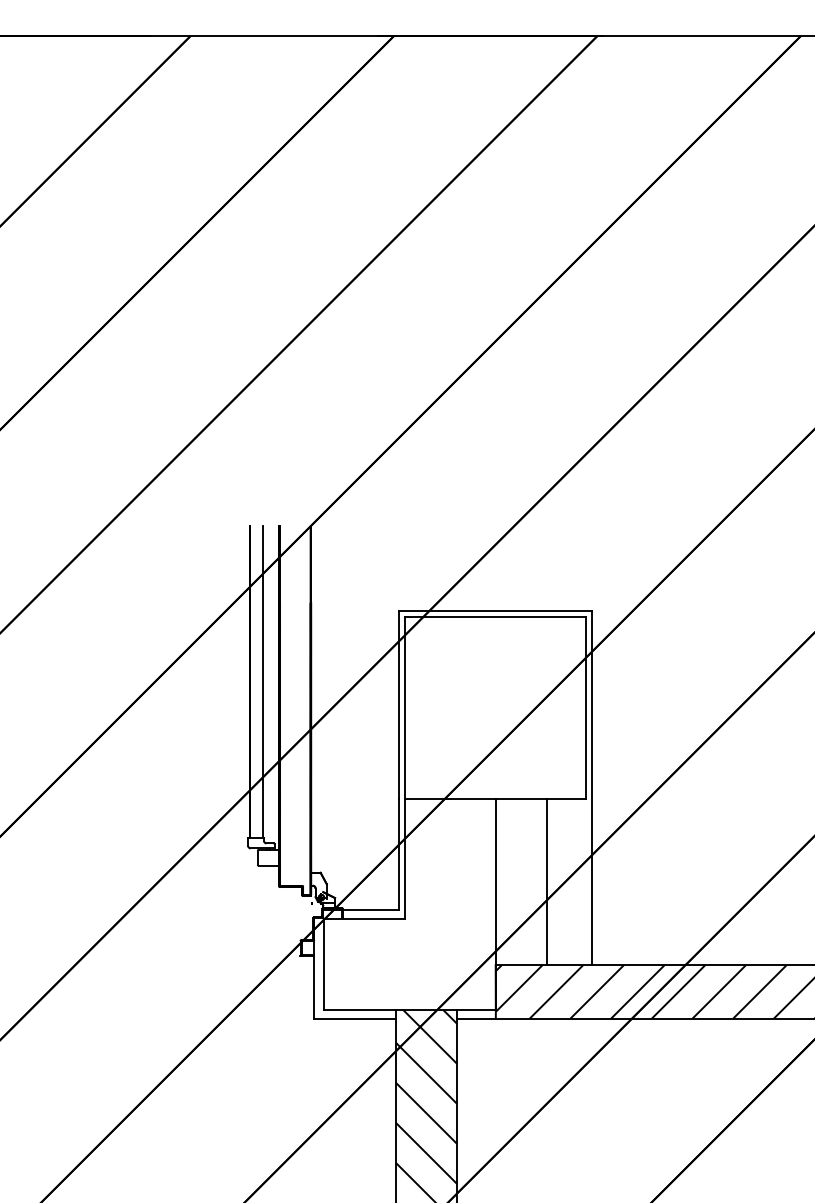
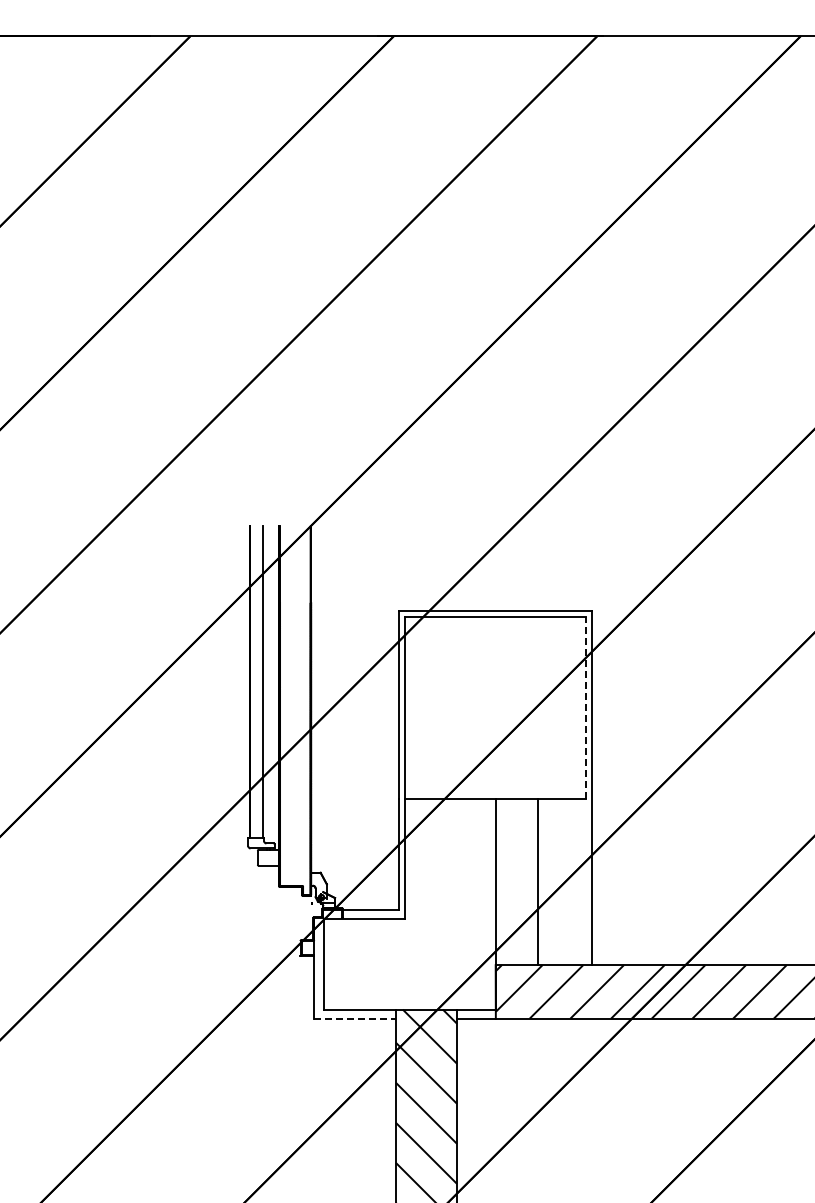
line at (586, 707): solid -> dashed
line at (546, 881) position: (546, 881) -> (537, 881)
line at (355, 1018): solid -> dashed
